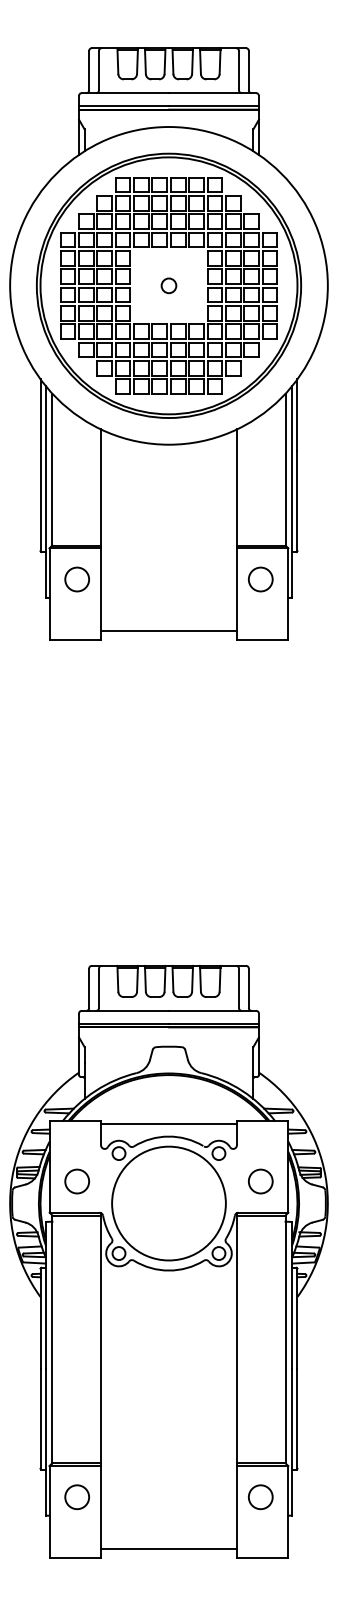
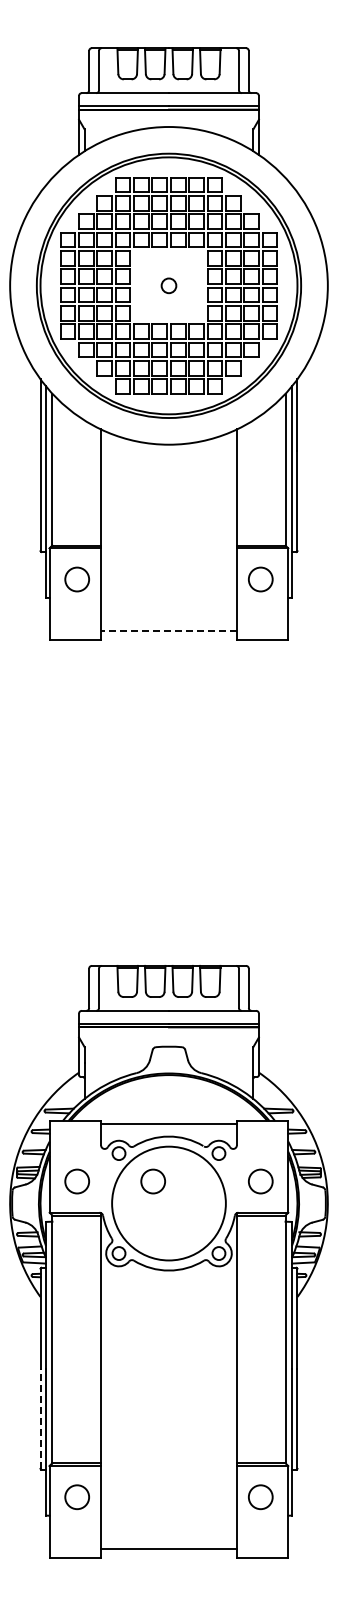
line at (168, 630): solid -> dashed
circle at (152, 1181): none -> present
line at (40, 1418): solid -> dashed
